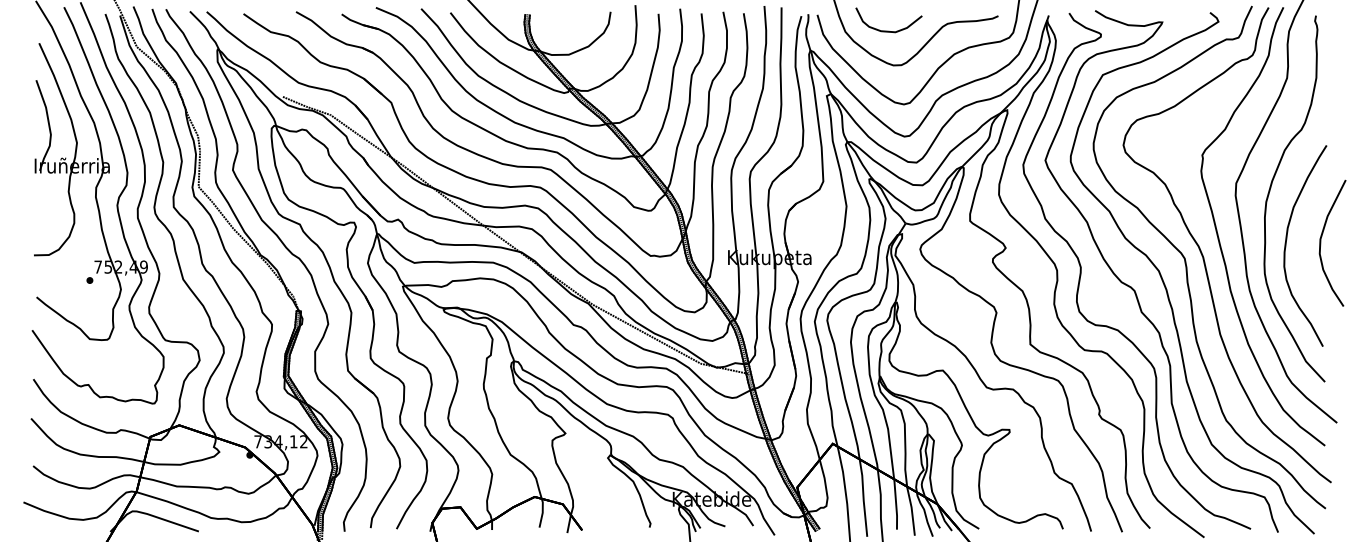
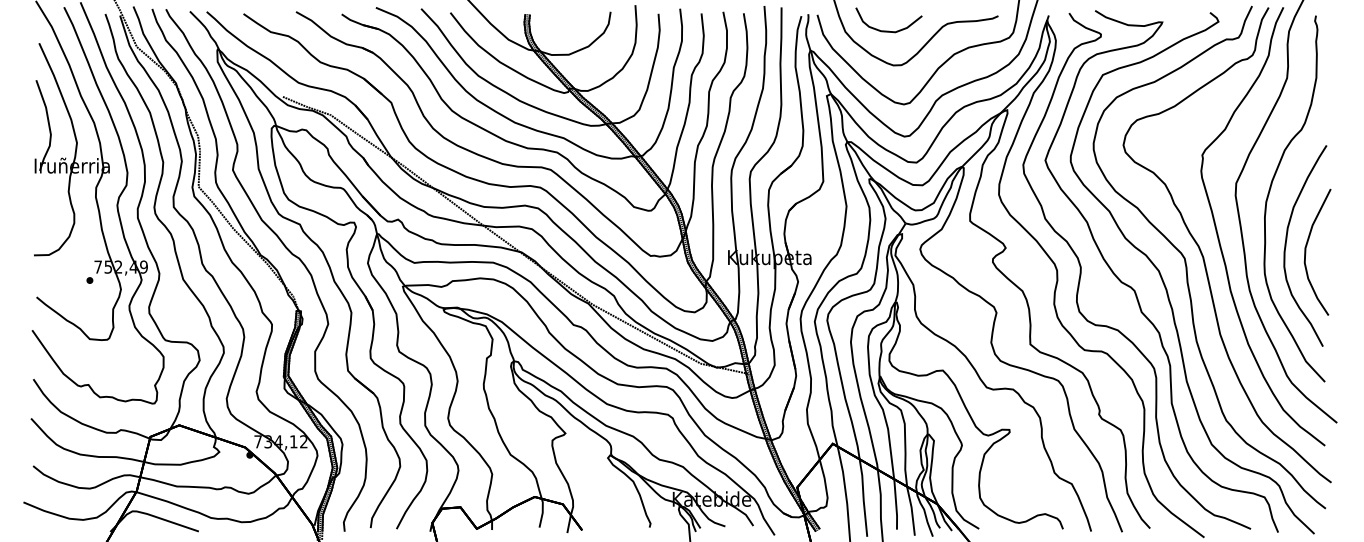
part at (1321, 242) position: (1321, 242) -> (1306, 251)
